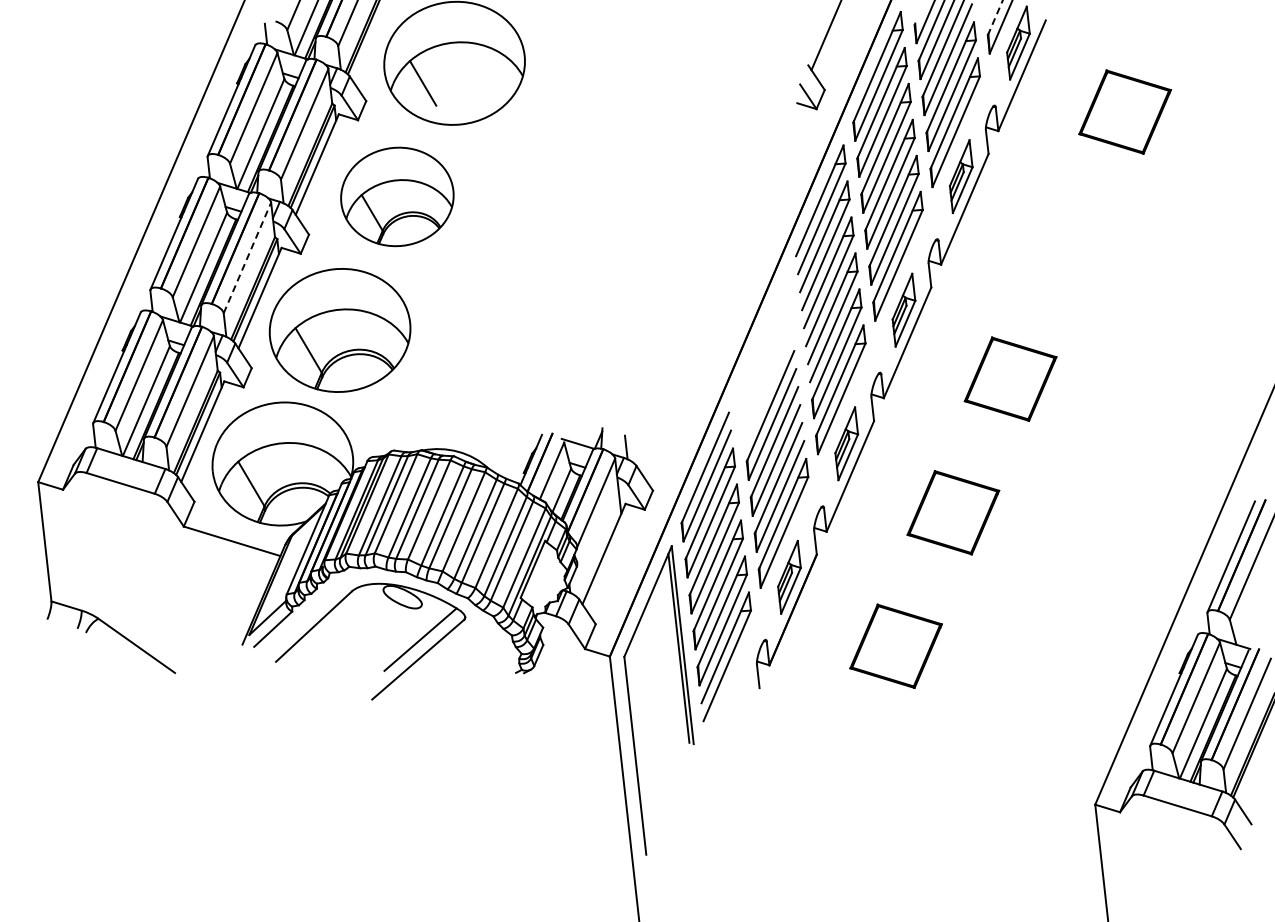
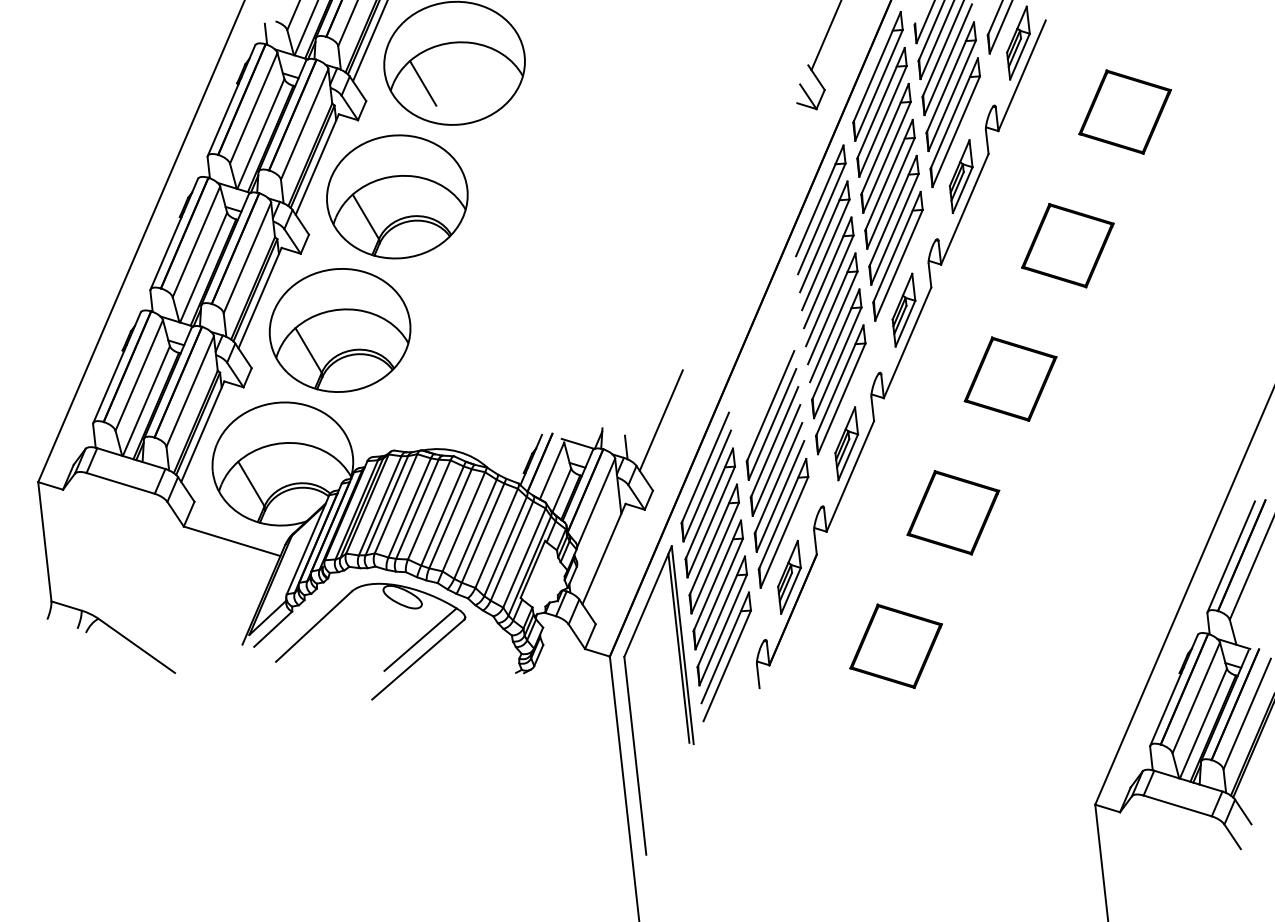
line at (995, 18): dashed -> solid
line at (370, 41): none -> present
part at (397, 196) size: 115x102 px -> 143x126 px
part at (1067, 245): none -> present
line at (247, 257): dashed -> solid
line at (660, 420): none -> present
